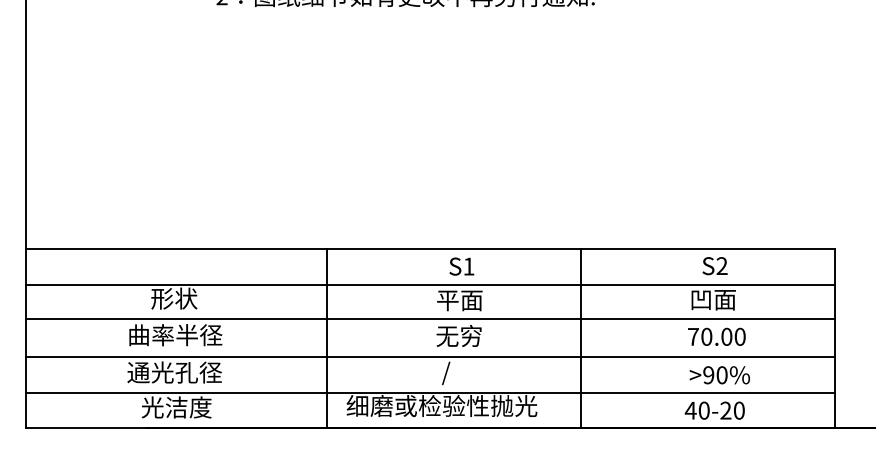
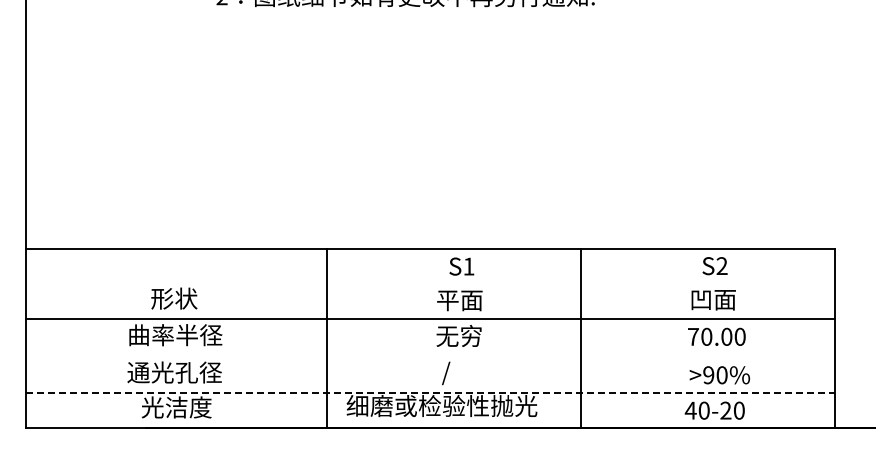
line at (430, 284): present -> none
line at (430, 357): present -> none
line at (430, 392): solid -> dashed
